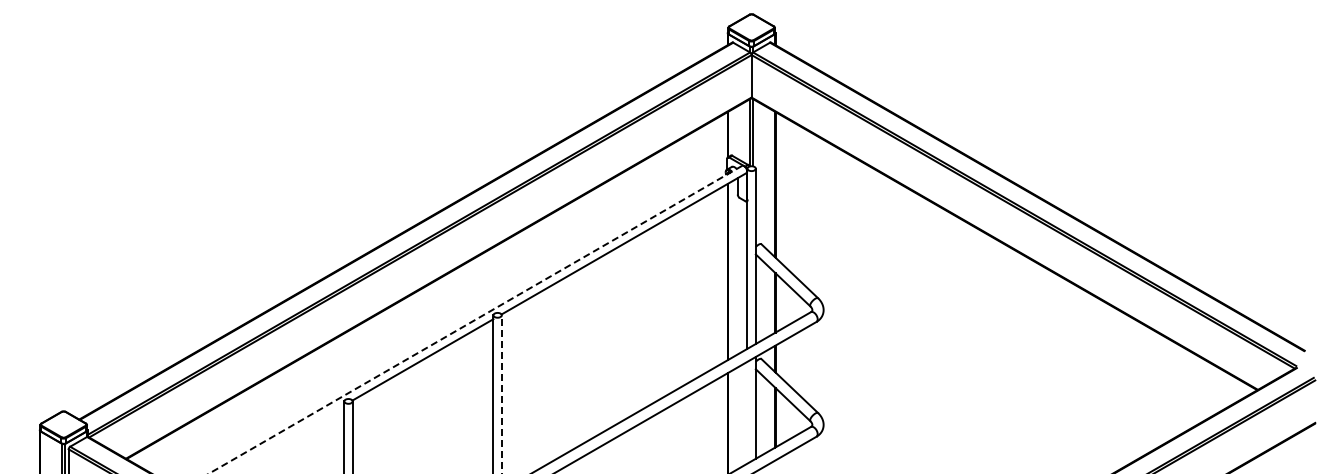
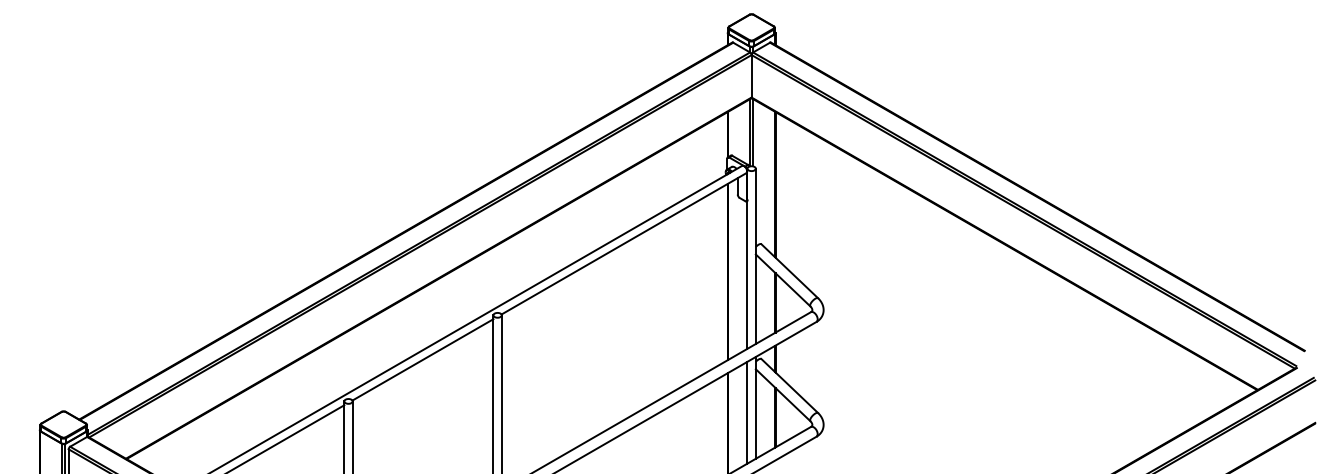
line at (475, 319): dashed -> solid
line at (501, 394): dashed -> solid
line at (747, 412): none -> present
line at (287, 437): none -> present
